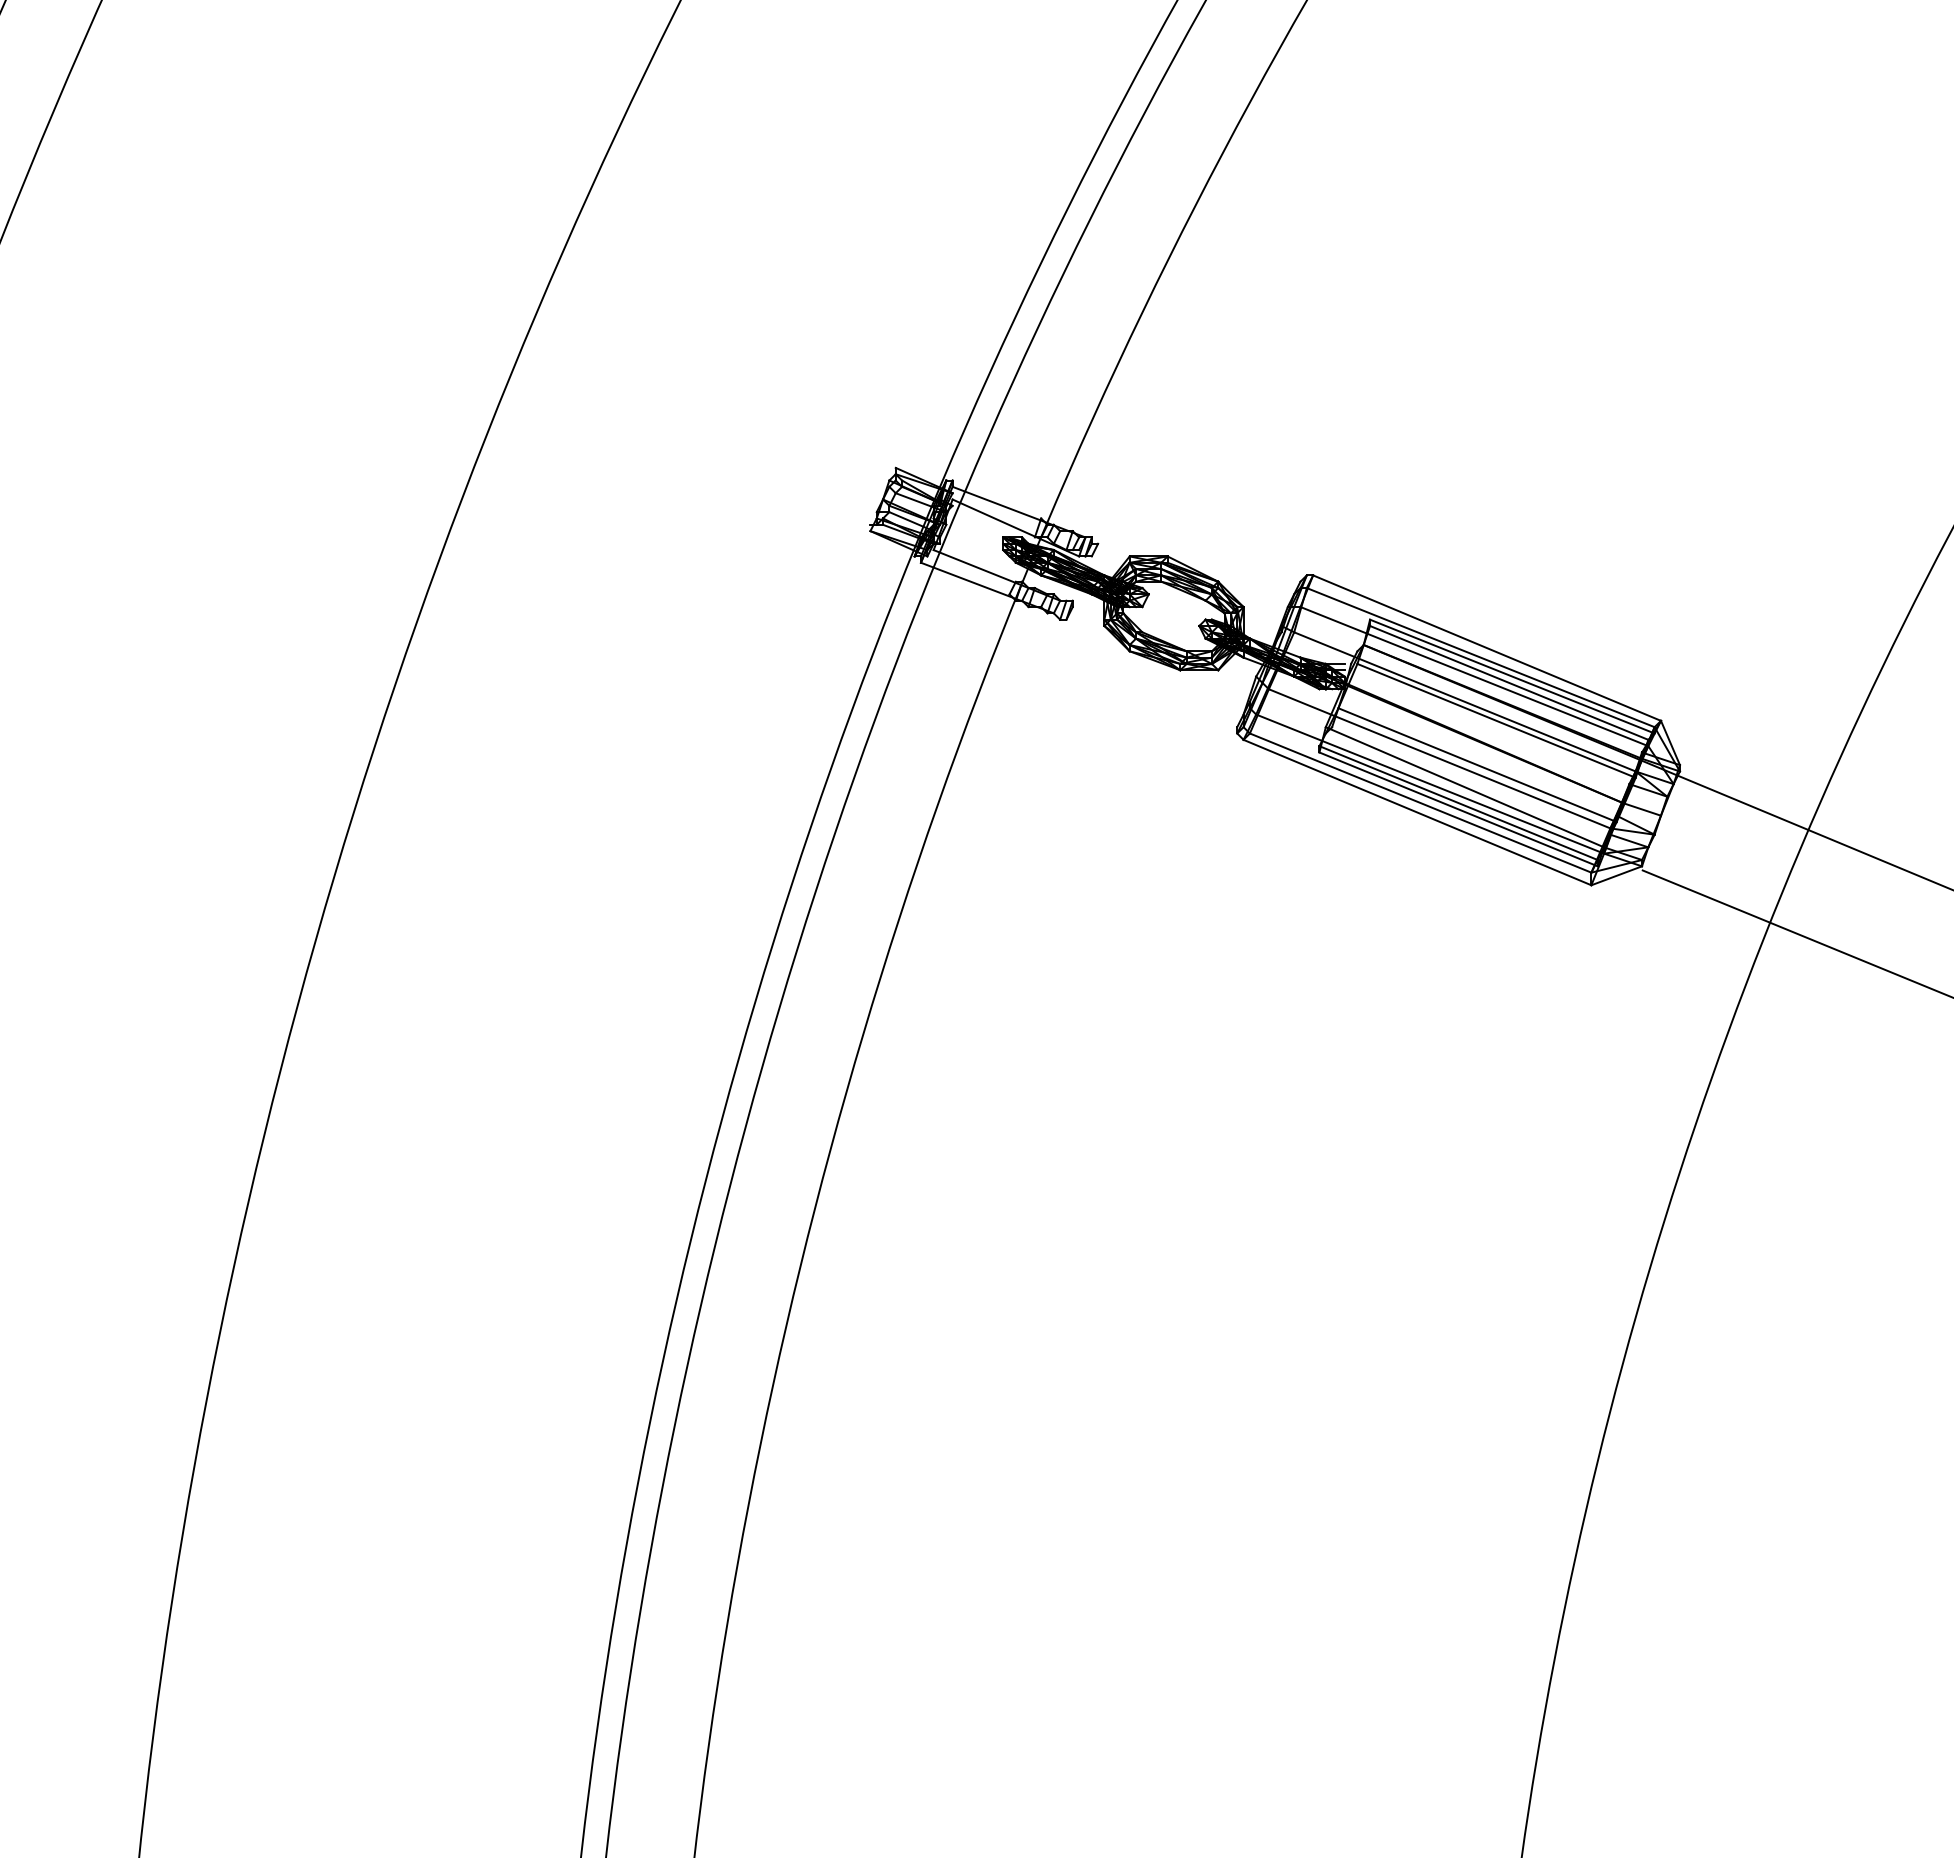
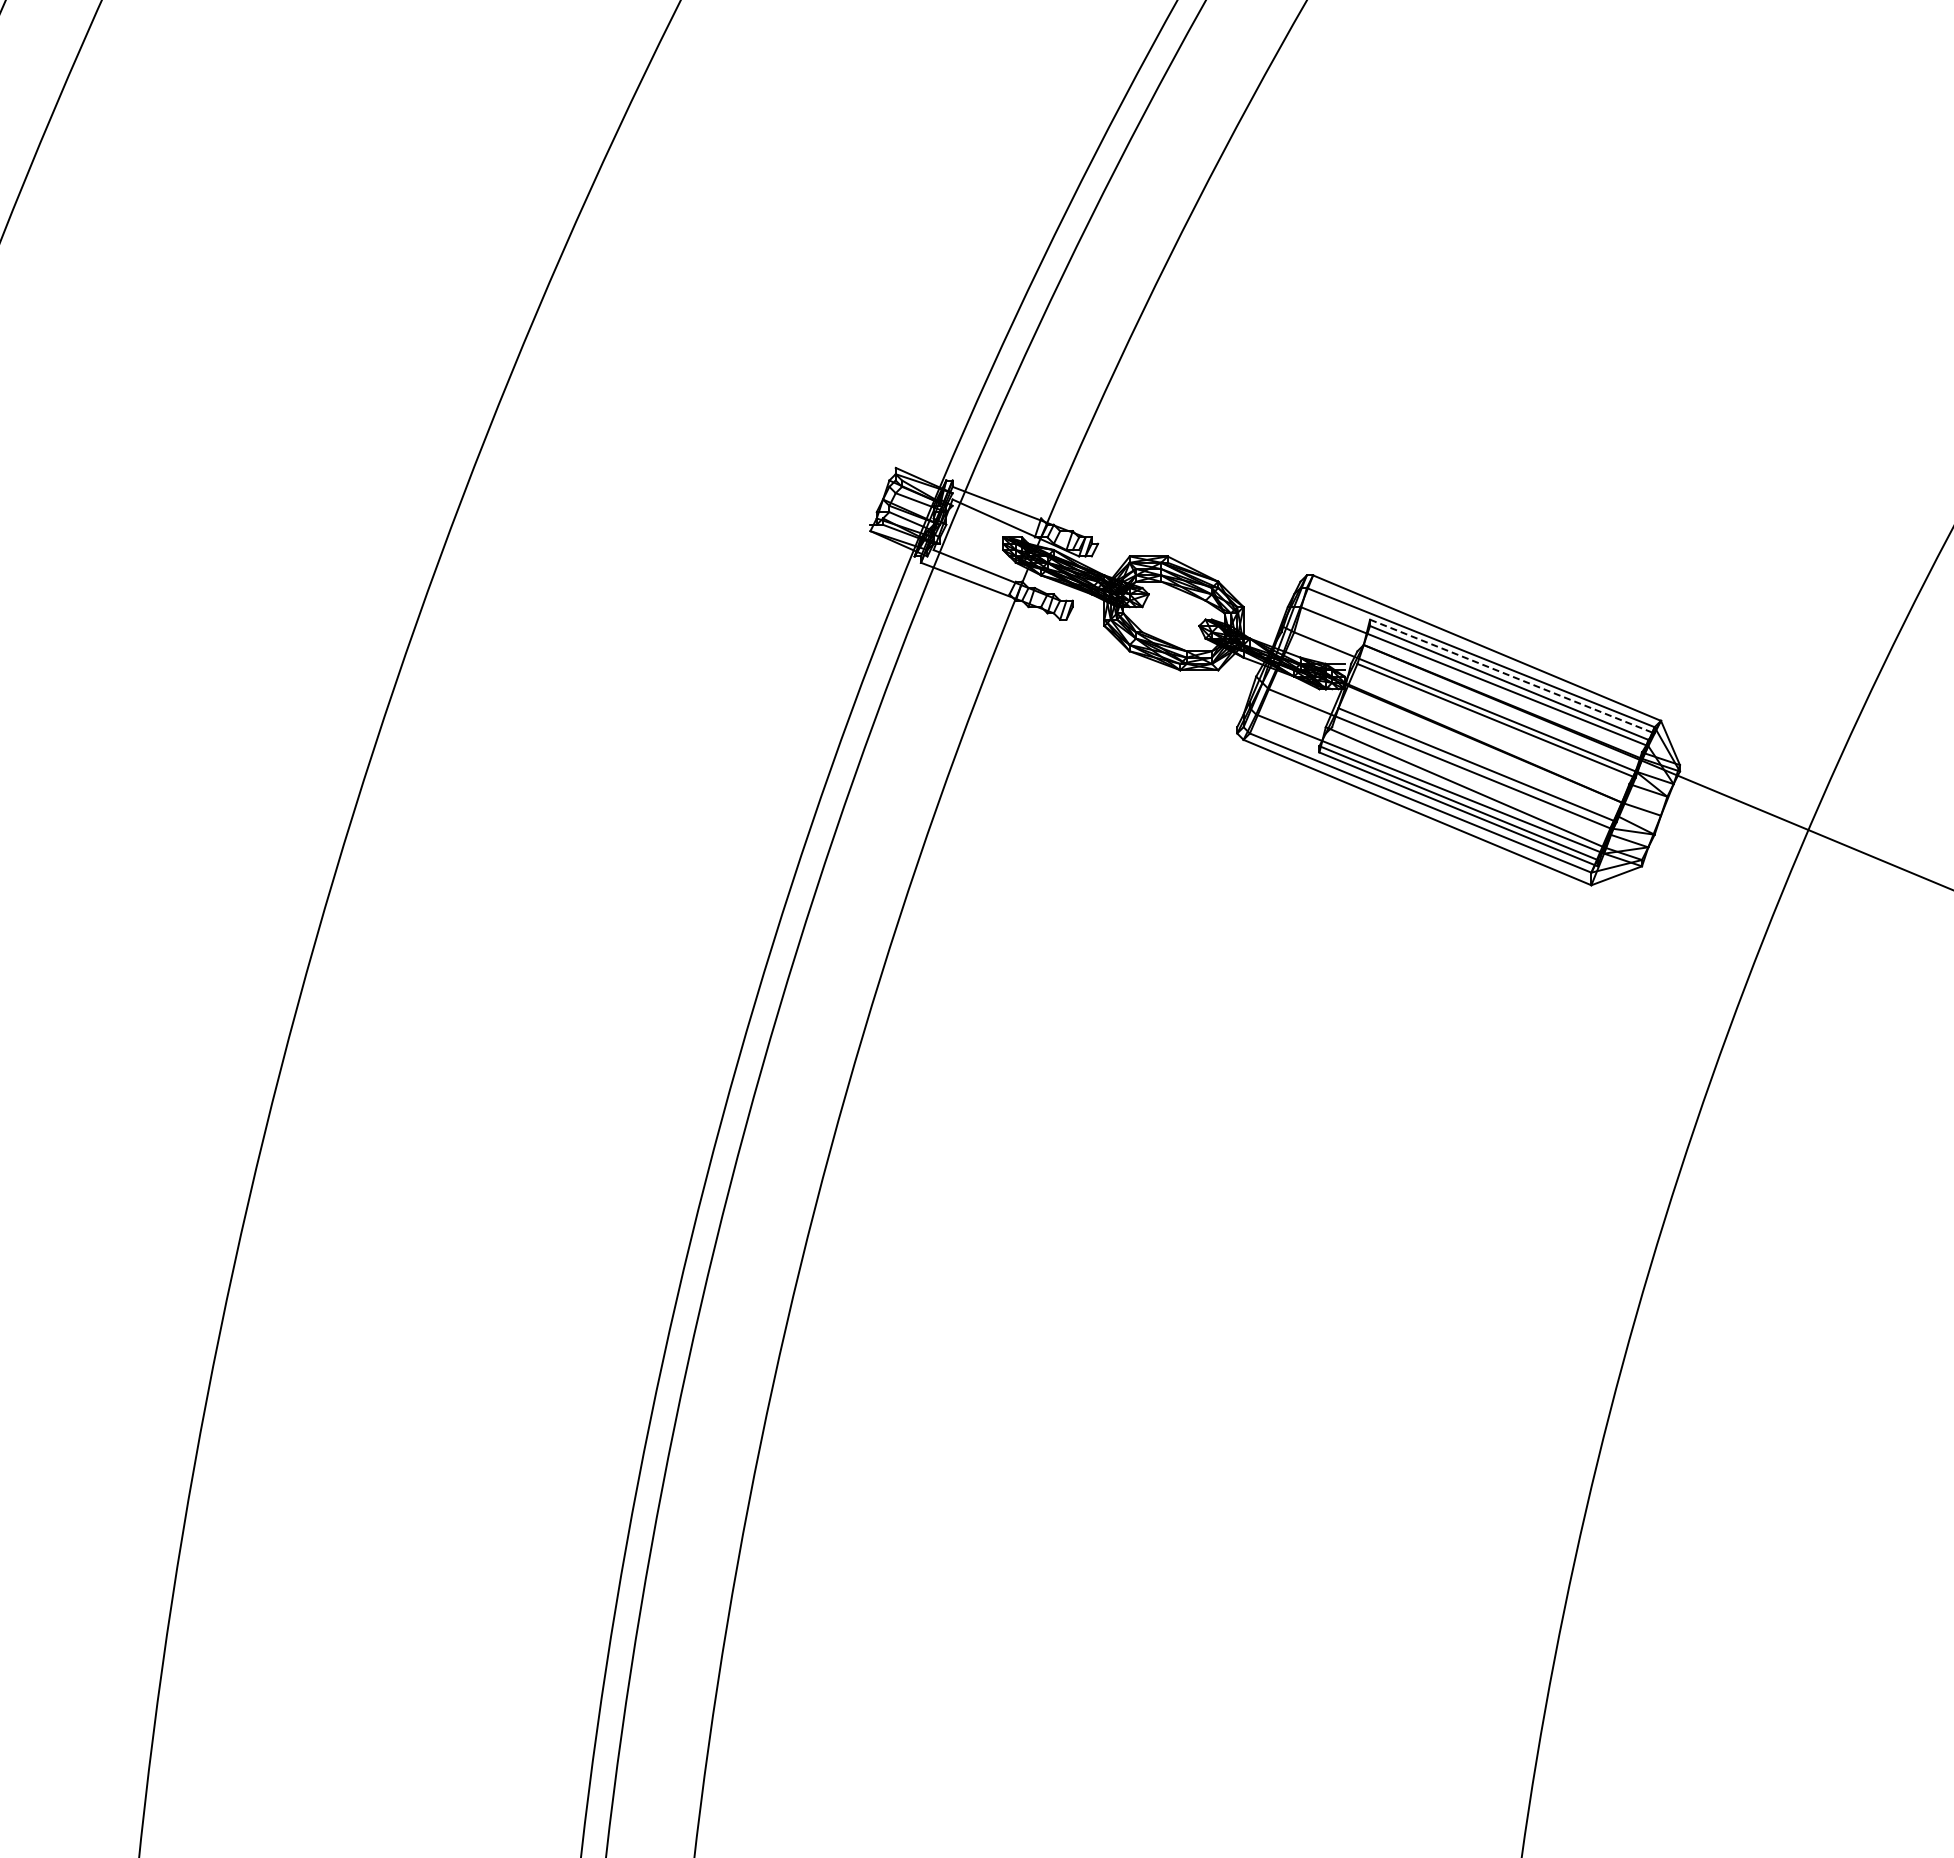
line at (1512, 676): solid -> dashed
line at (1796, 933): present -> none
